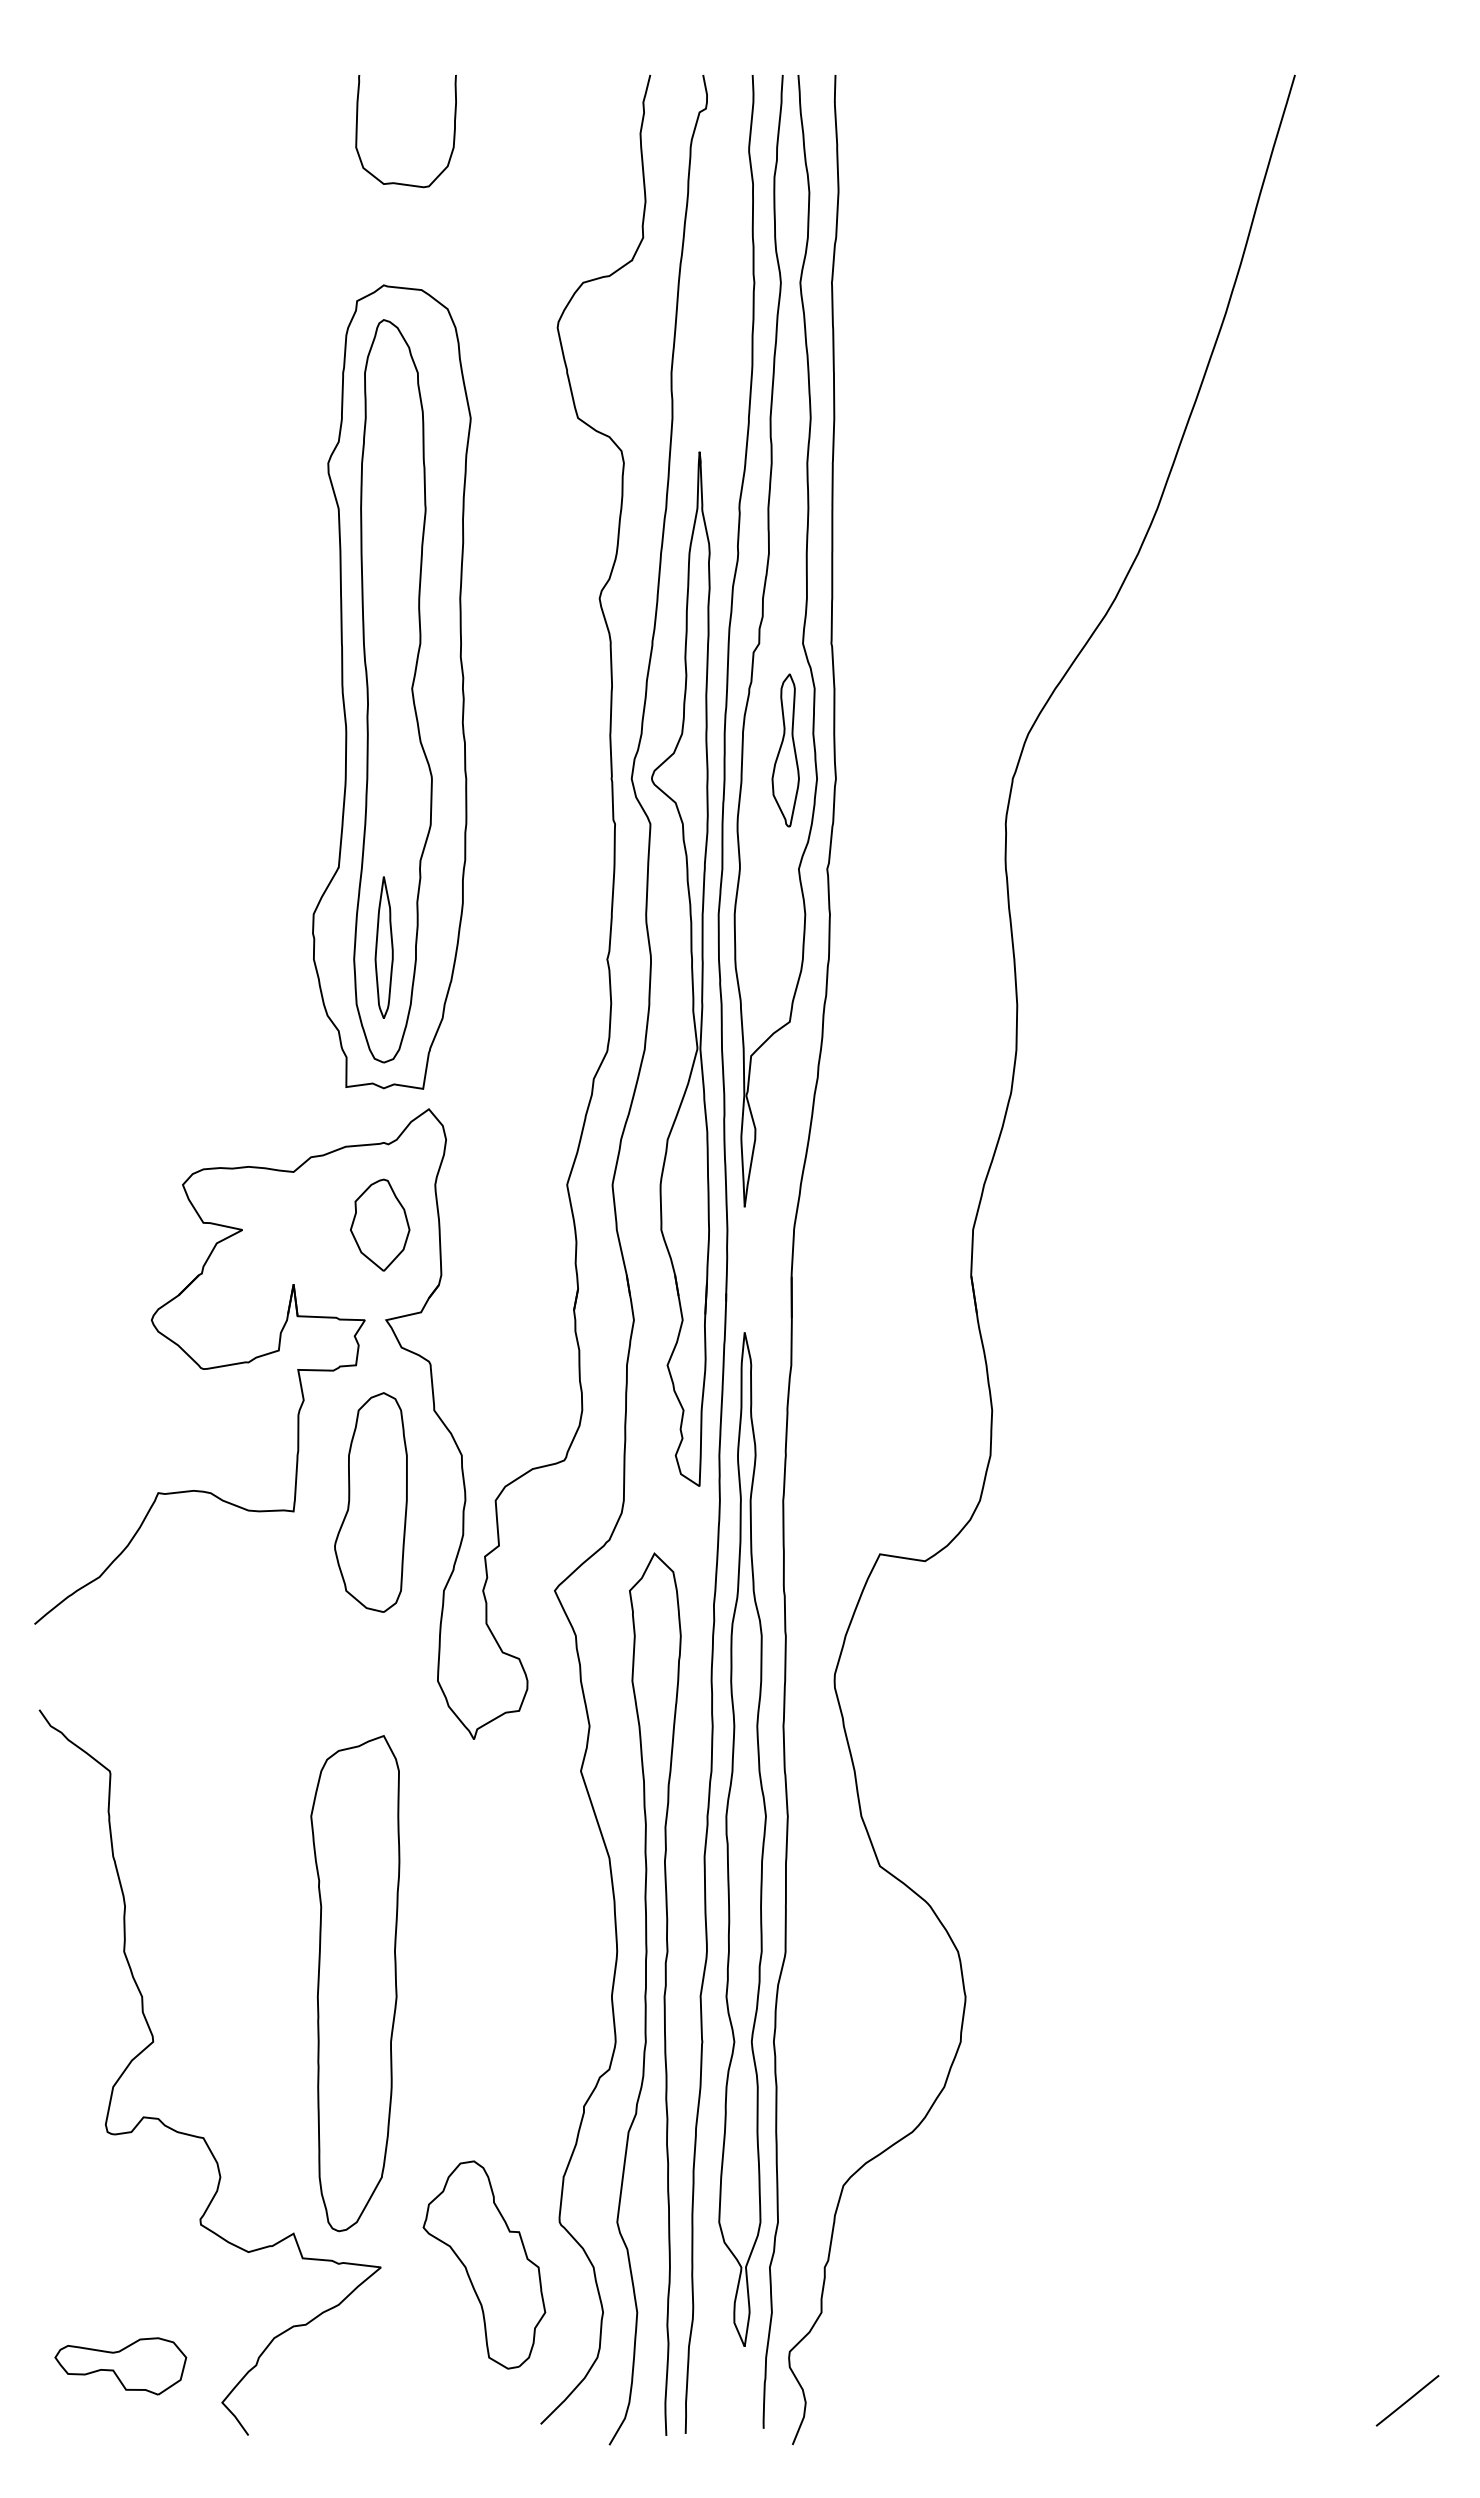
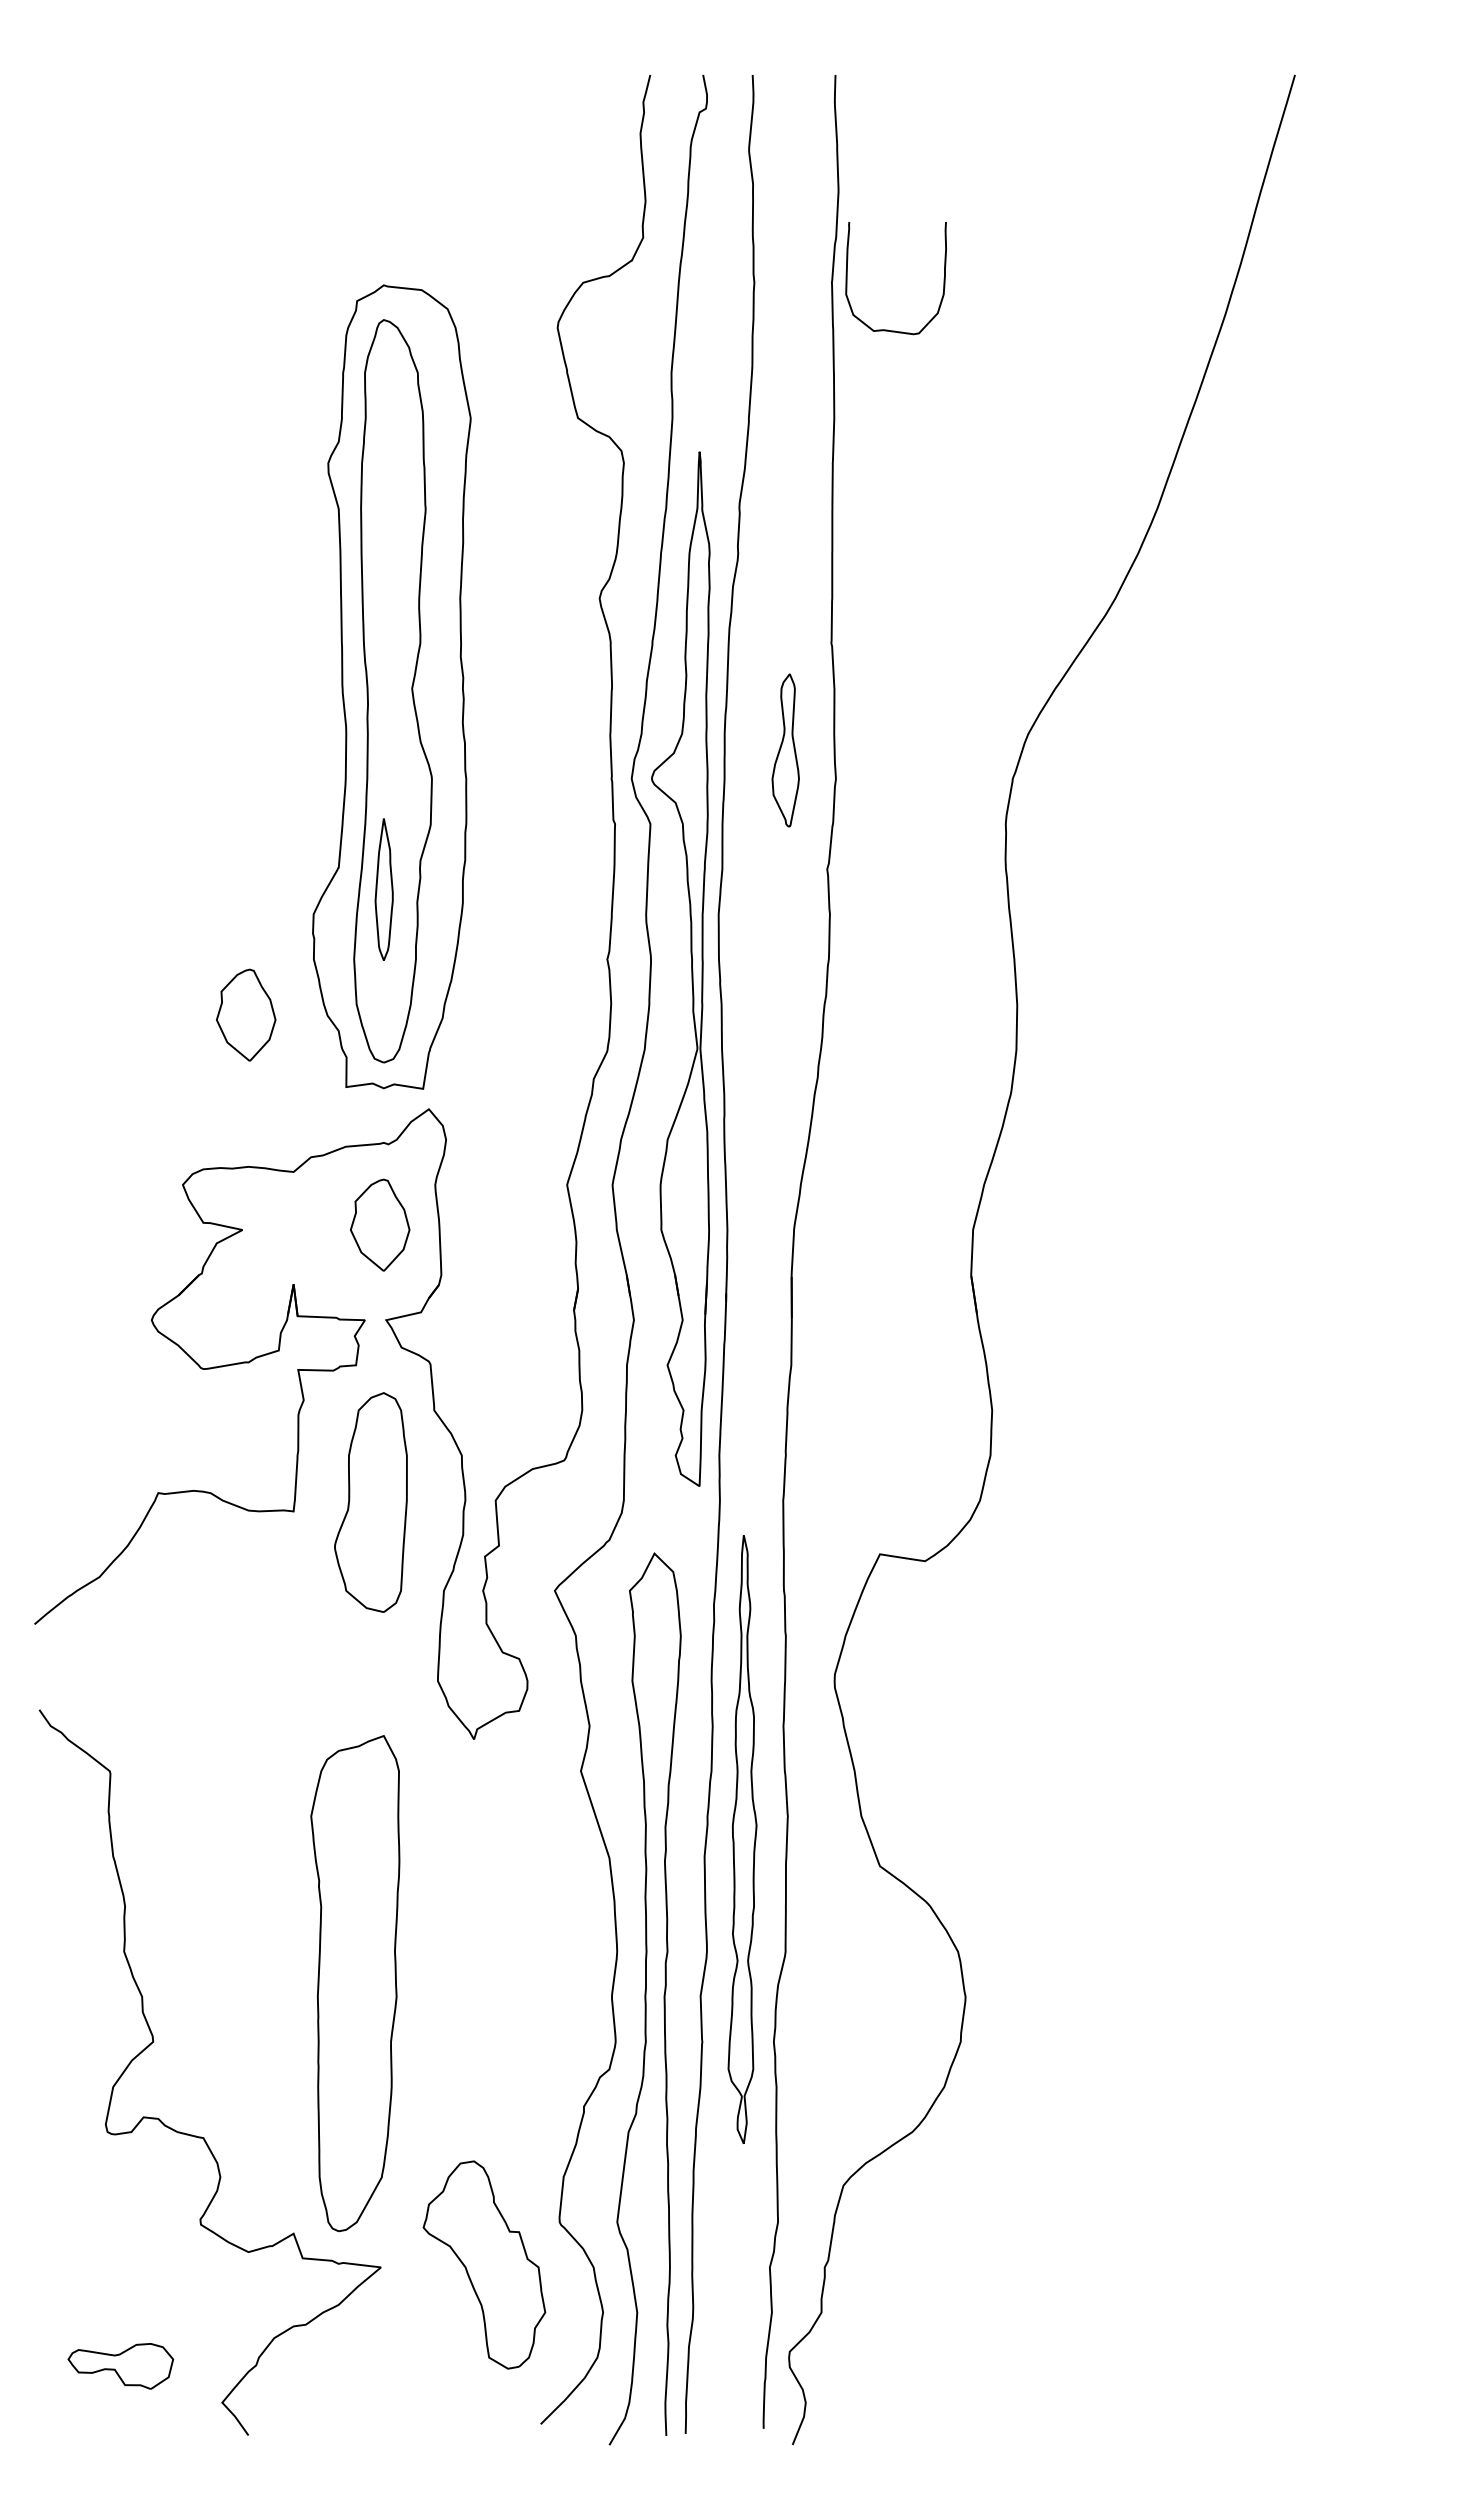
curve at (357, 131) position: (357, 131) -> (847, 278)
part at (760, 641): present -> none
part at (383, 947) position: (383, 947) -> (383, 889)
part at (246, 1014): none -> present
part at (742, 1839) size: 49x1015 px -> 31x609 px
part at (120, 2366) size: 134x59 px -> 108x47 px
line at (1407, 2400): present -> none
